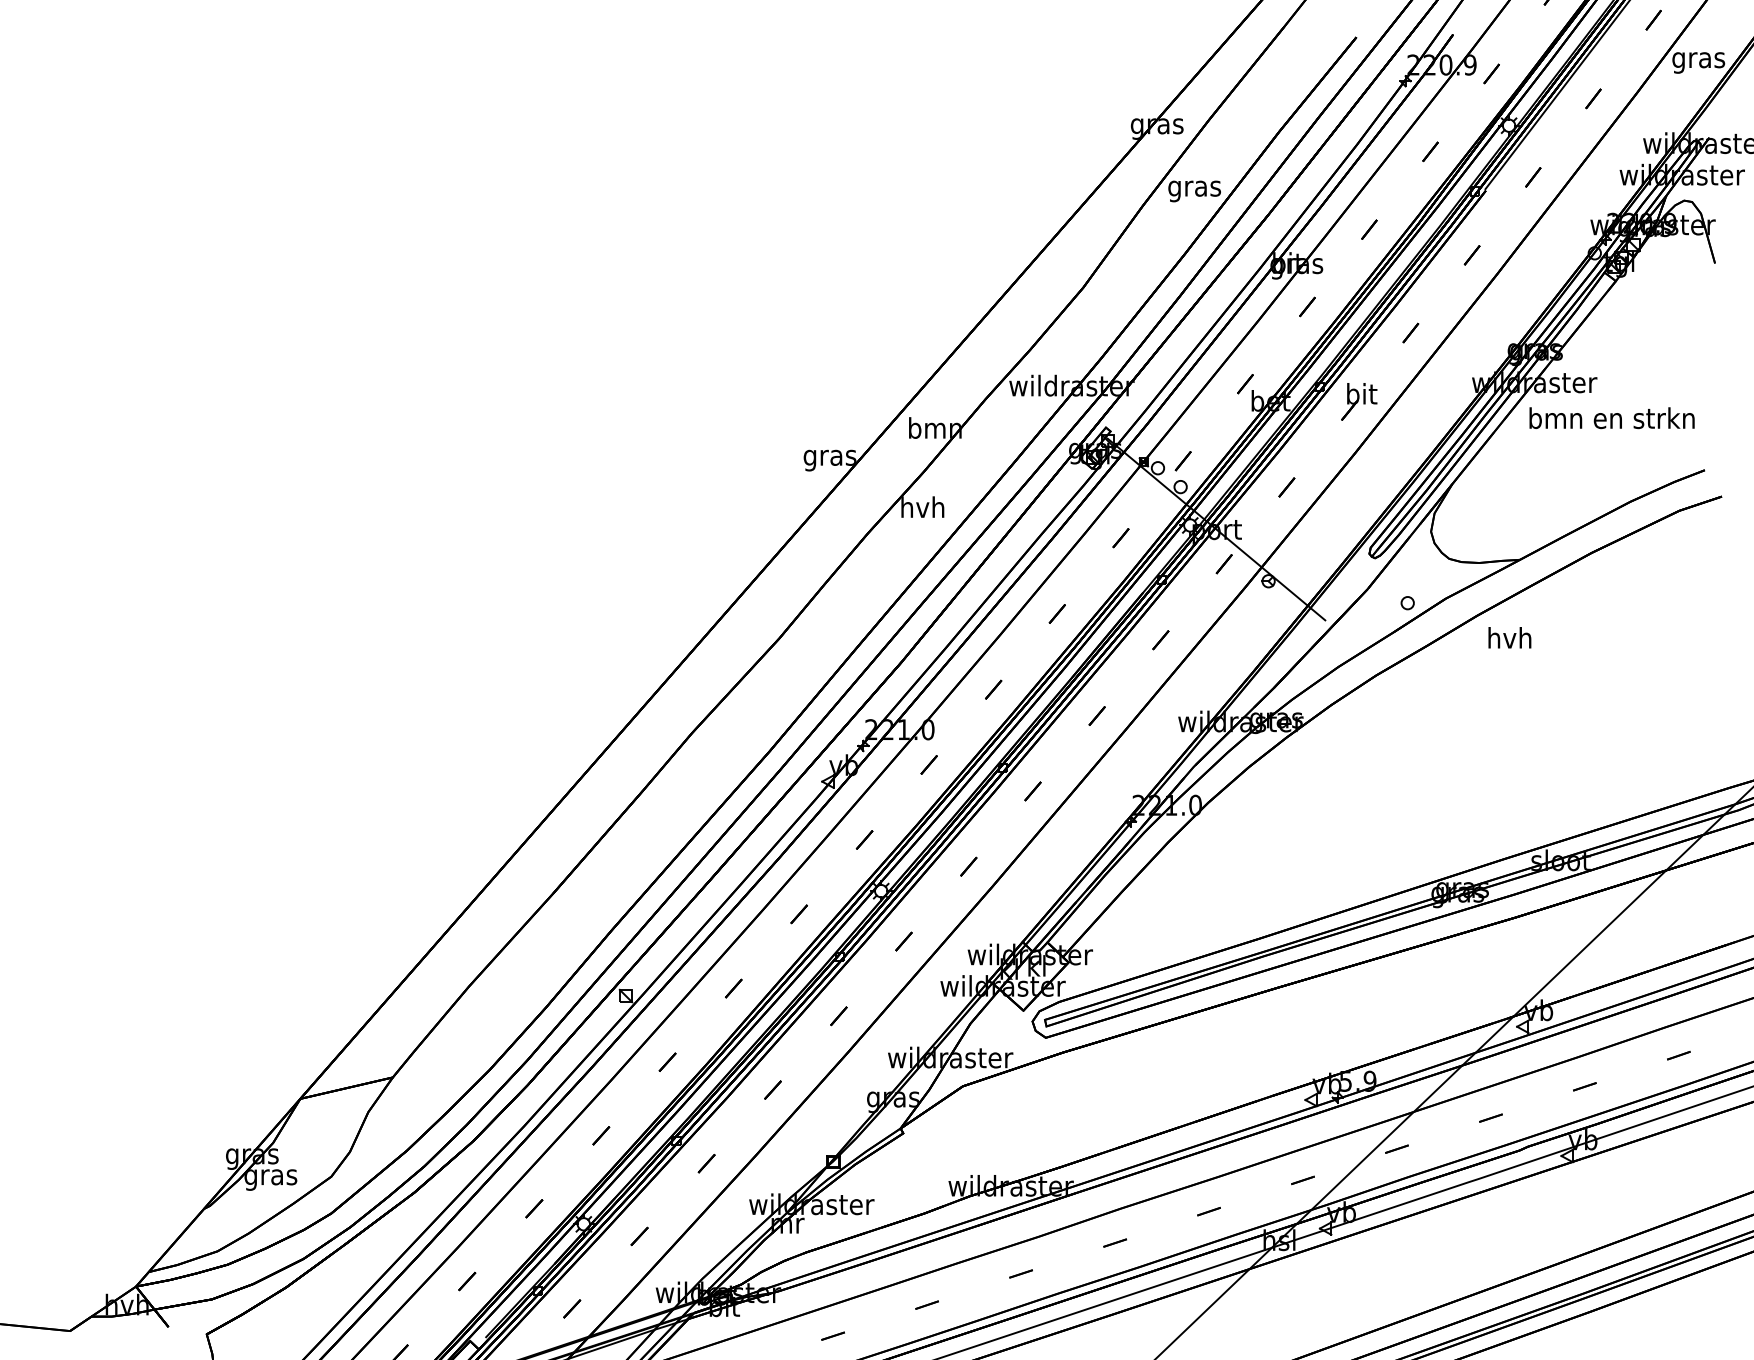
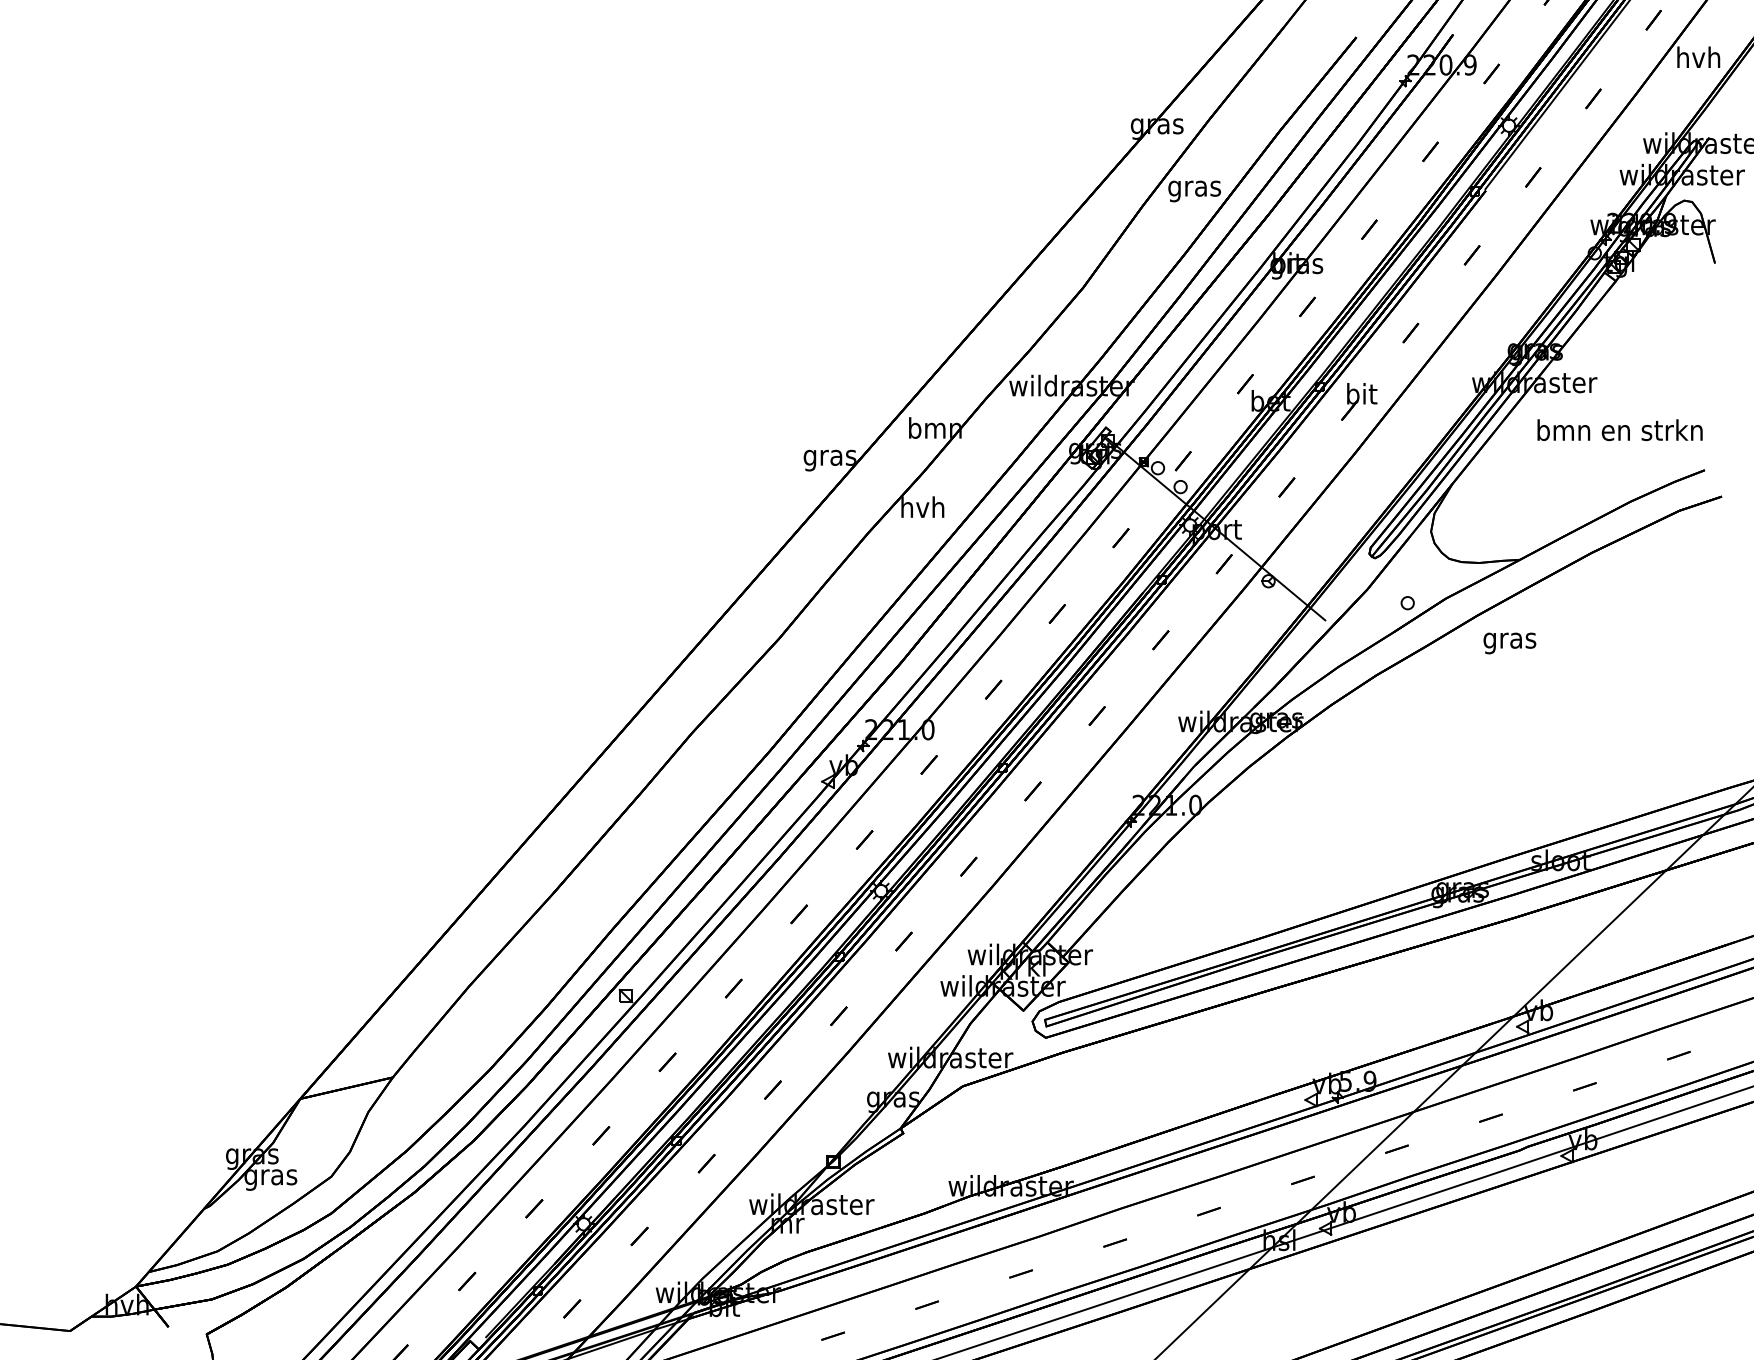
text at (1698, 59): gras -> hvh
text at (1611, 418) position: (1611, 418) -> (1619, 430)
text at (1509, 640): hvh -> gras
